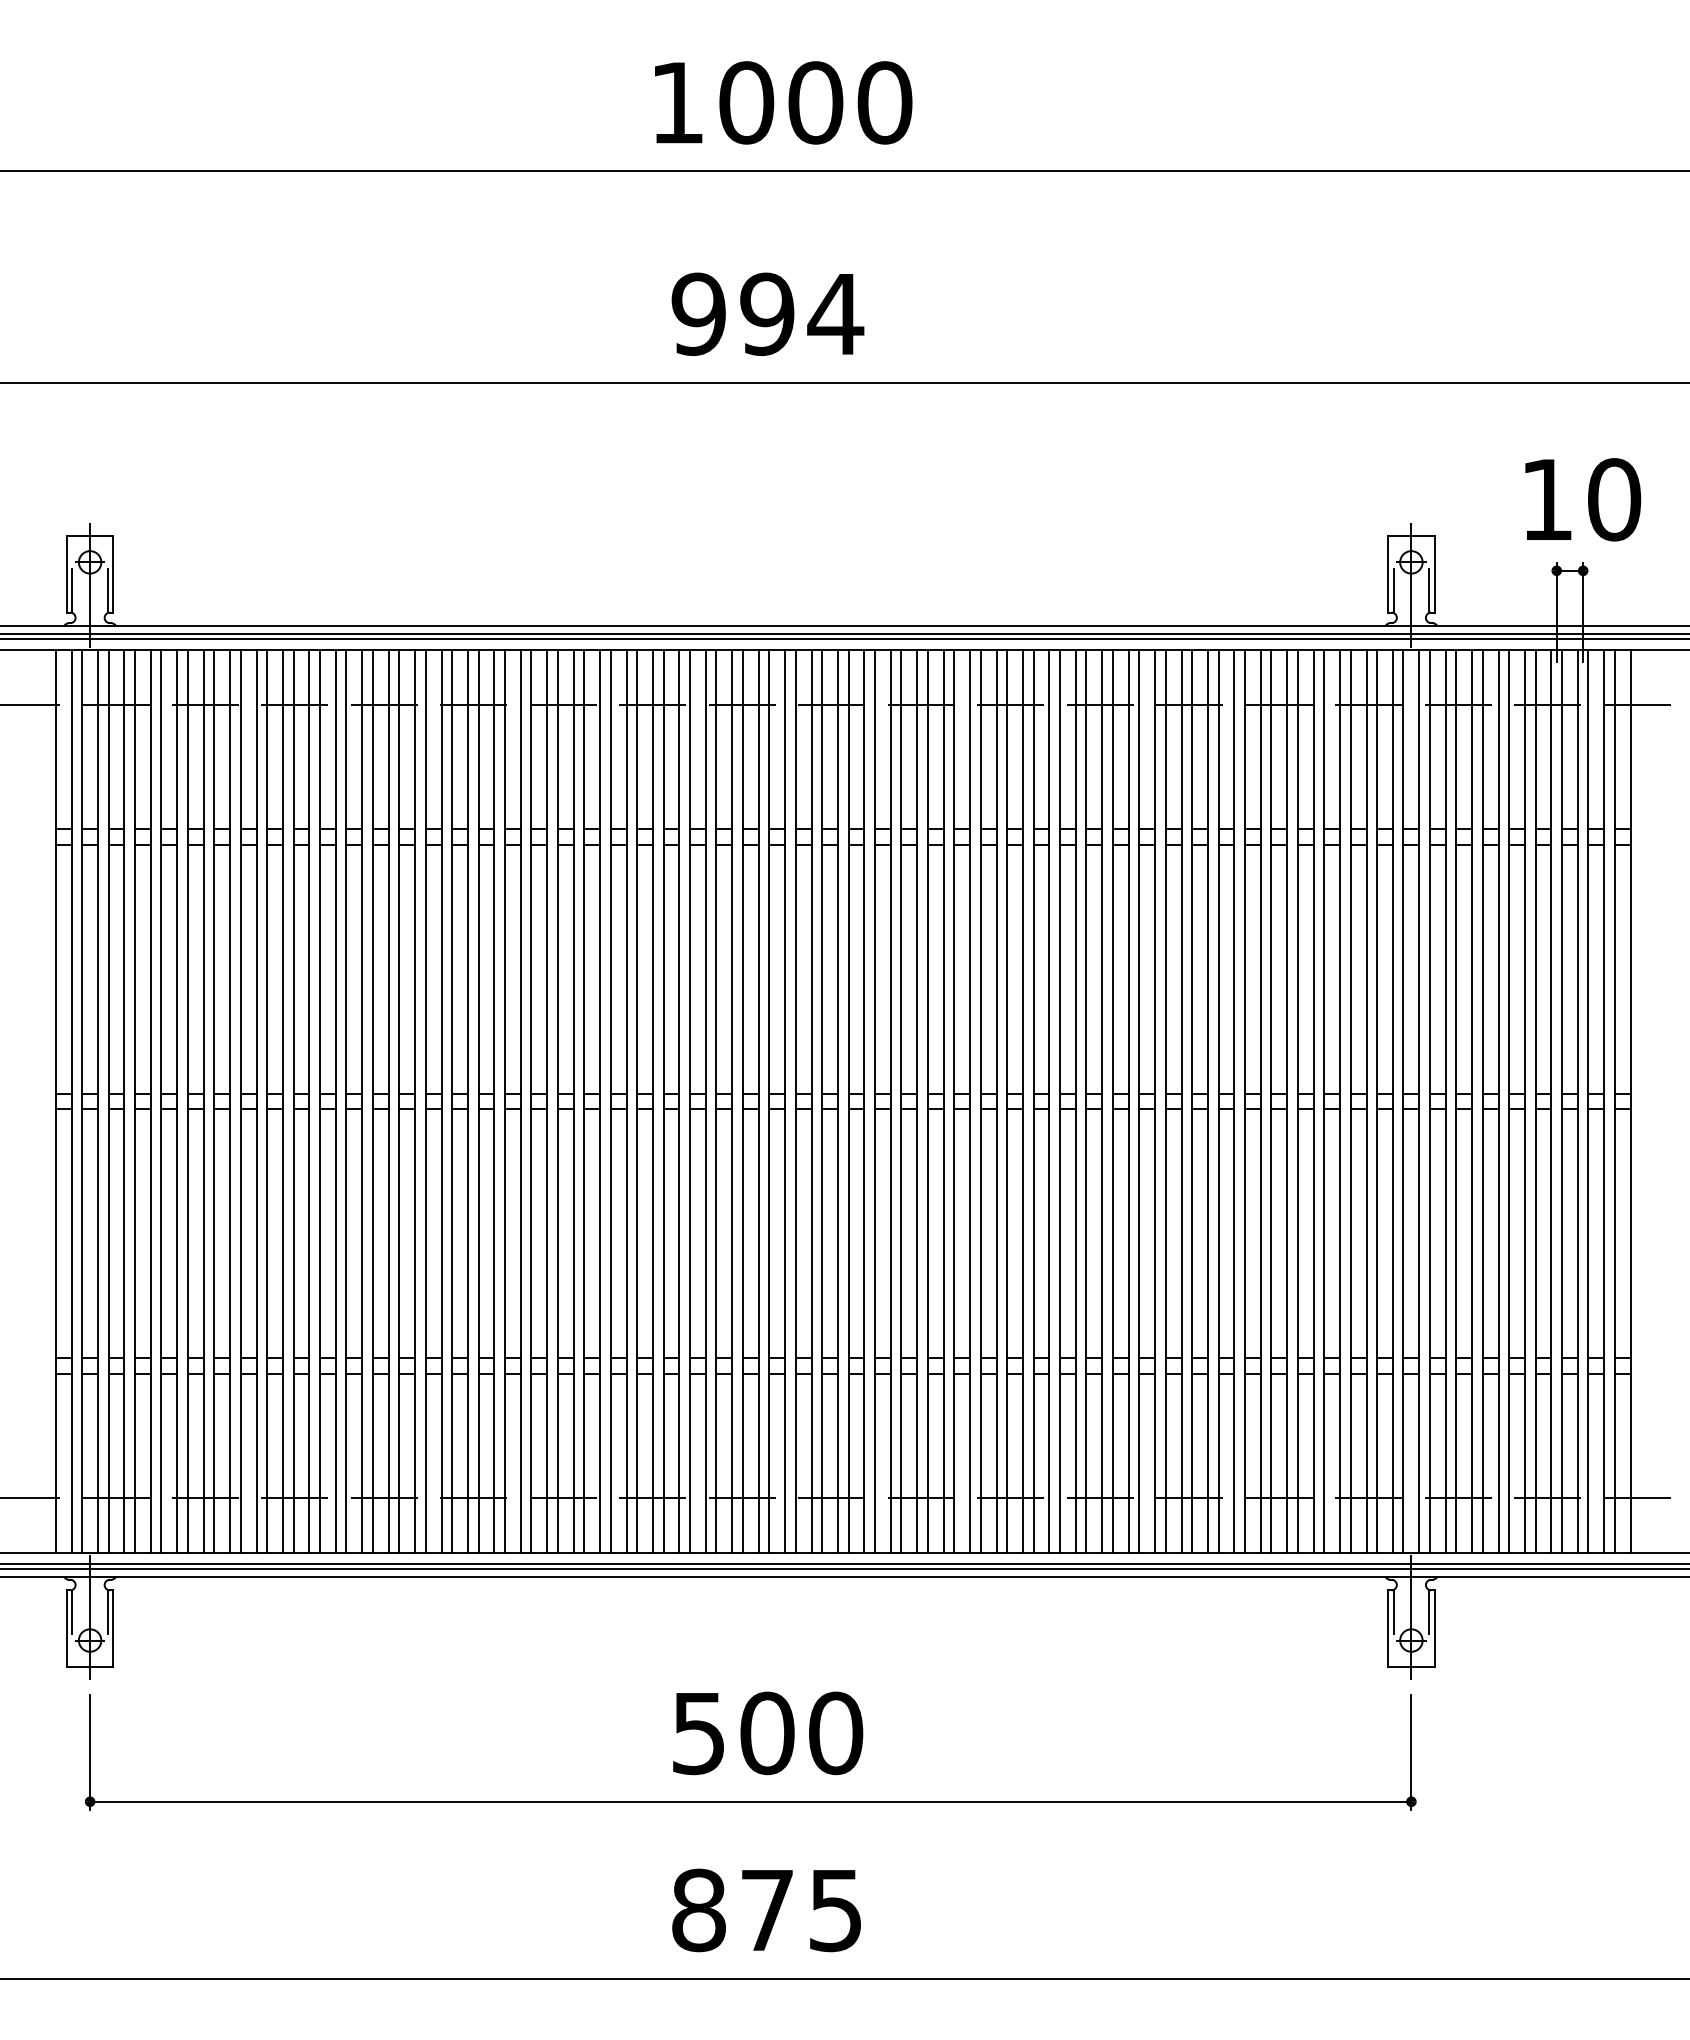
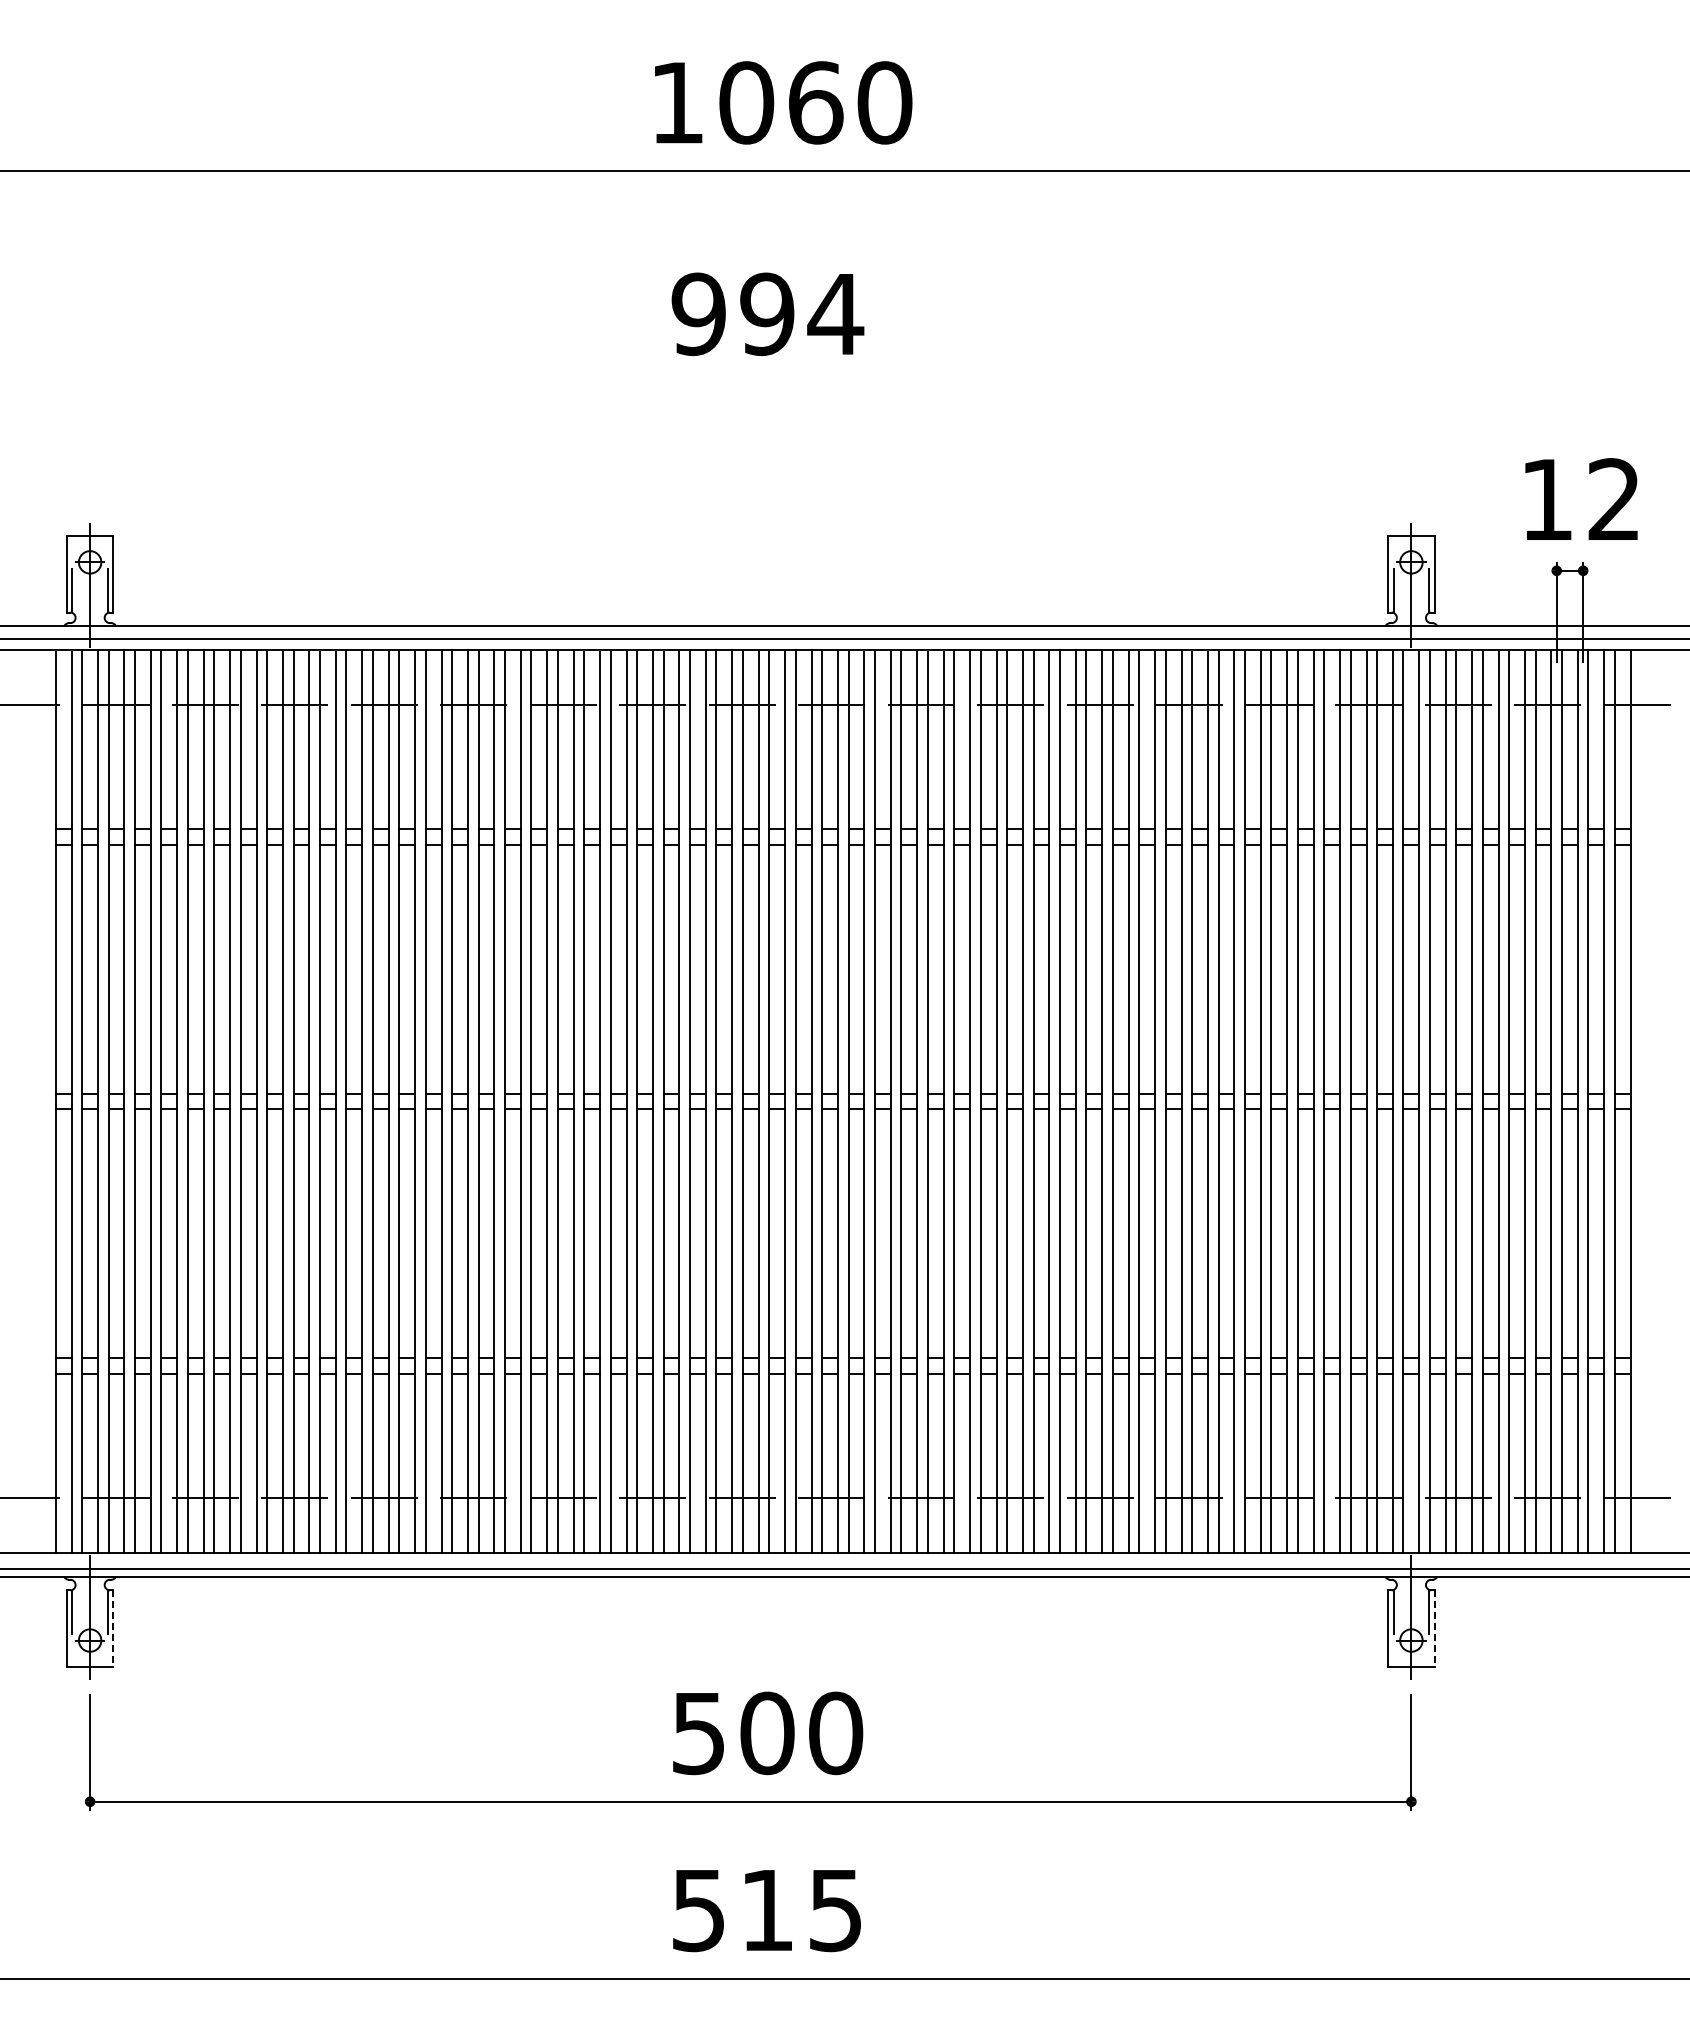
text at (815, 102): 1000 -> 1060
line at (844, 382): present -> none
text at (1614, 499): 10 -> 12
line at (844, 633): present -> none
line at (844, 1563): present -> none
line at (113, 1629): solid -> dashed
line at (1434, 1629): solid -> dashed
text at (732, 1910): 875 -> 515
